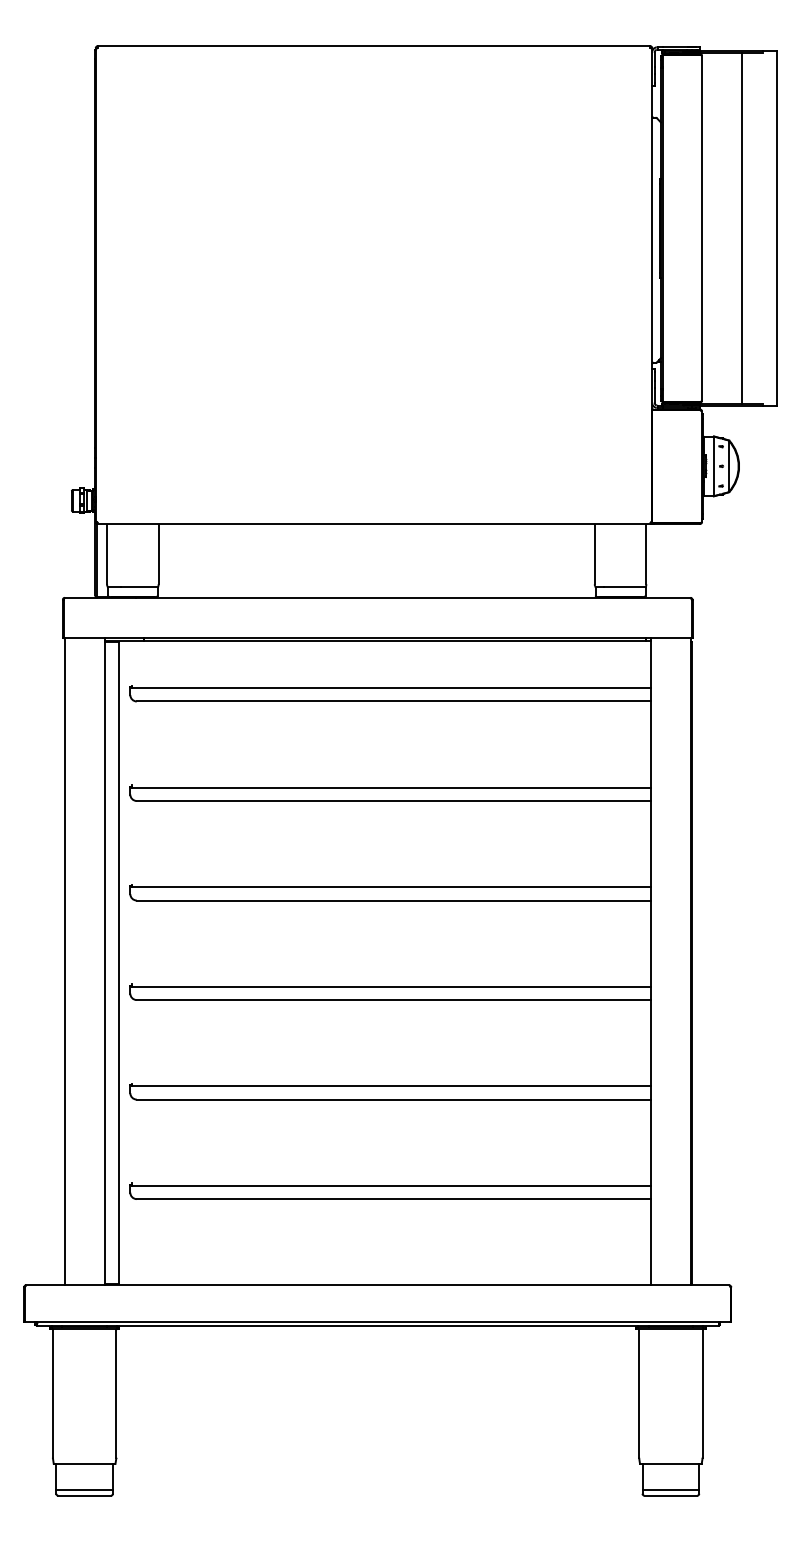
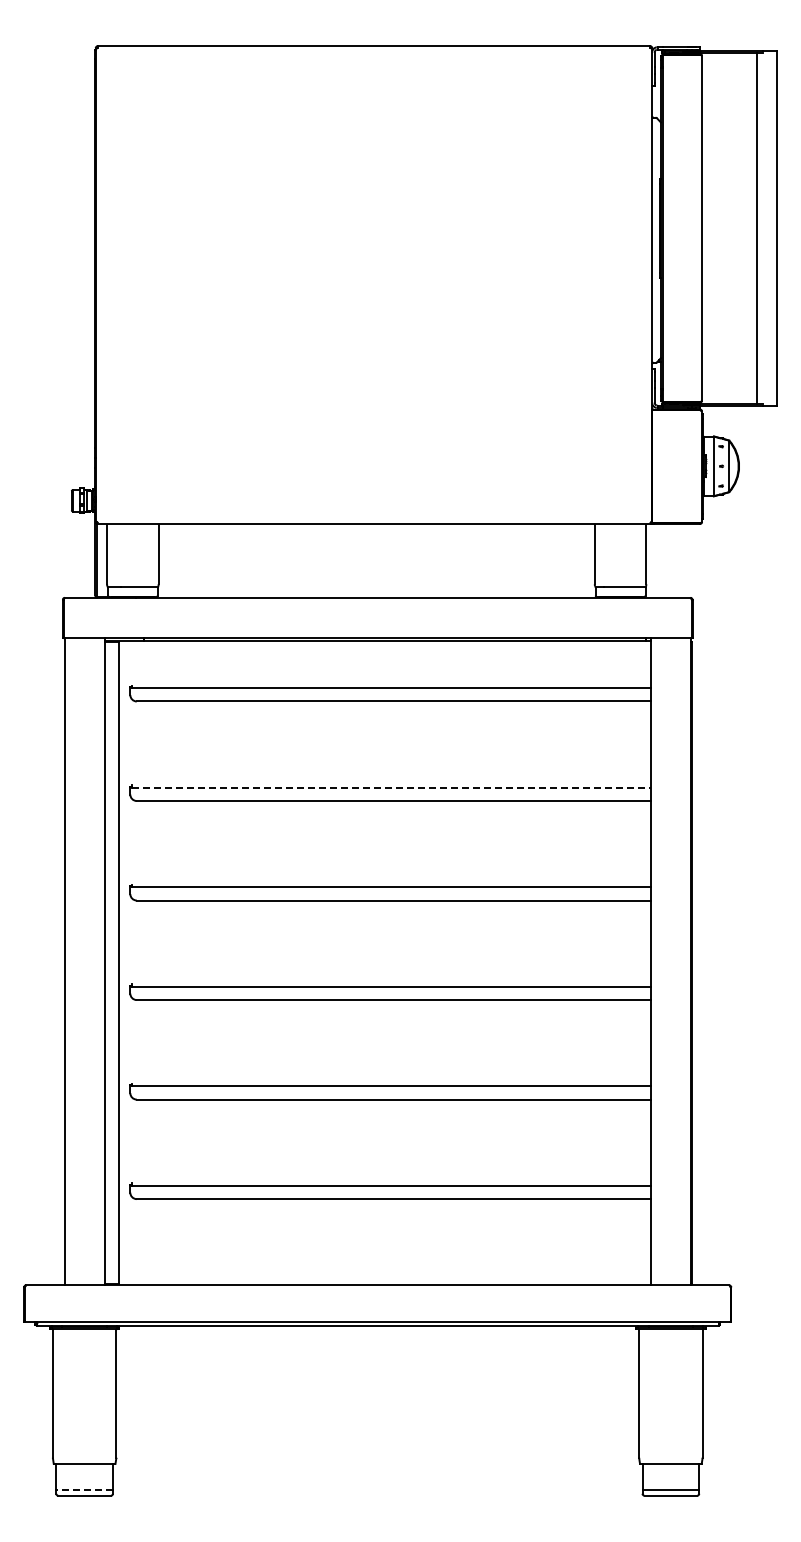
line at (742, 228) position: (742, 228) -> (757, 228)
line at (391, 787): solid -> dashed
line at (84, 1489): solid -> dashed
